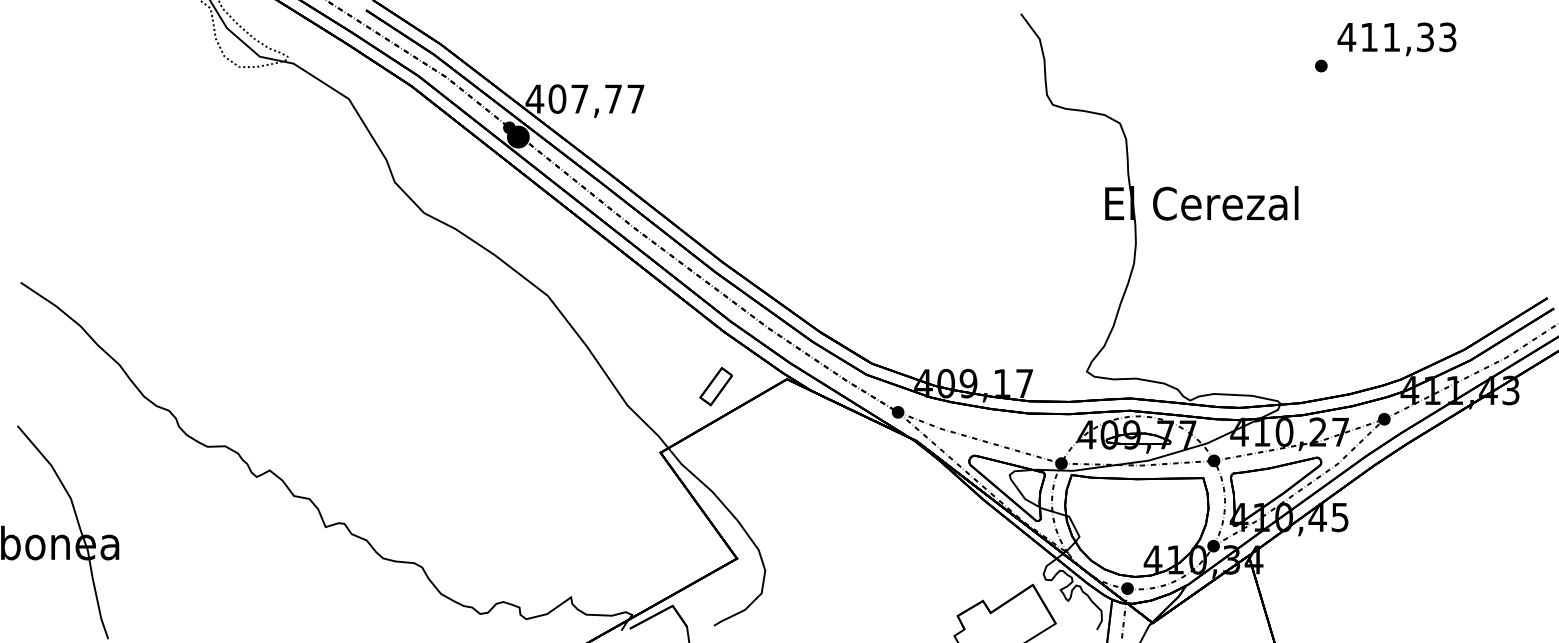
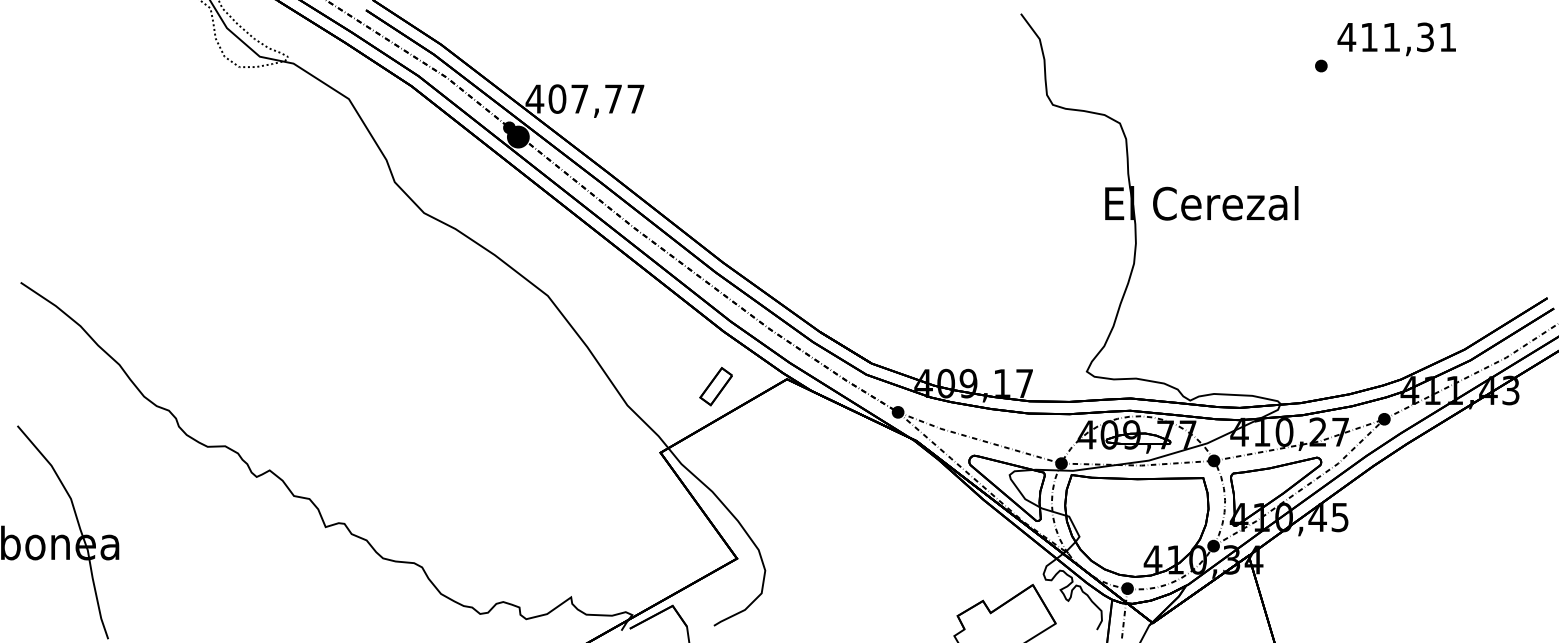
text at (1447, 37): 411,33 -> 411,31
